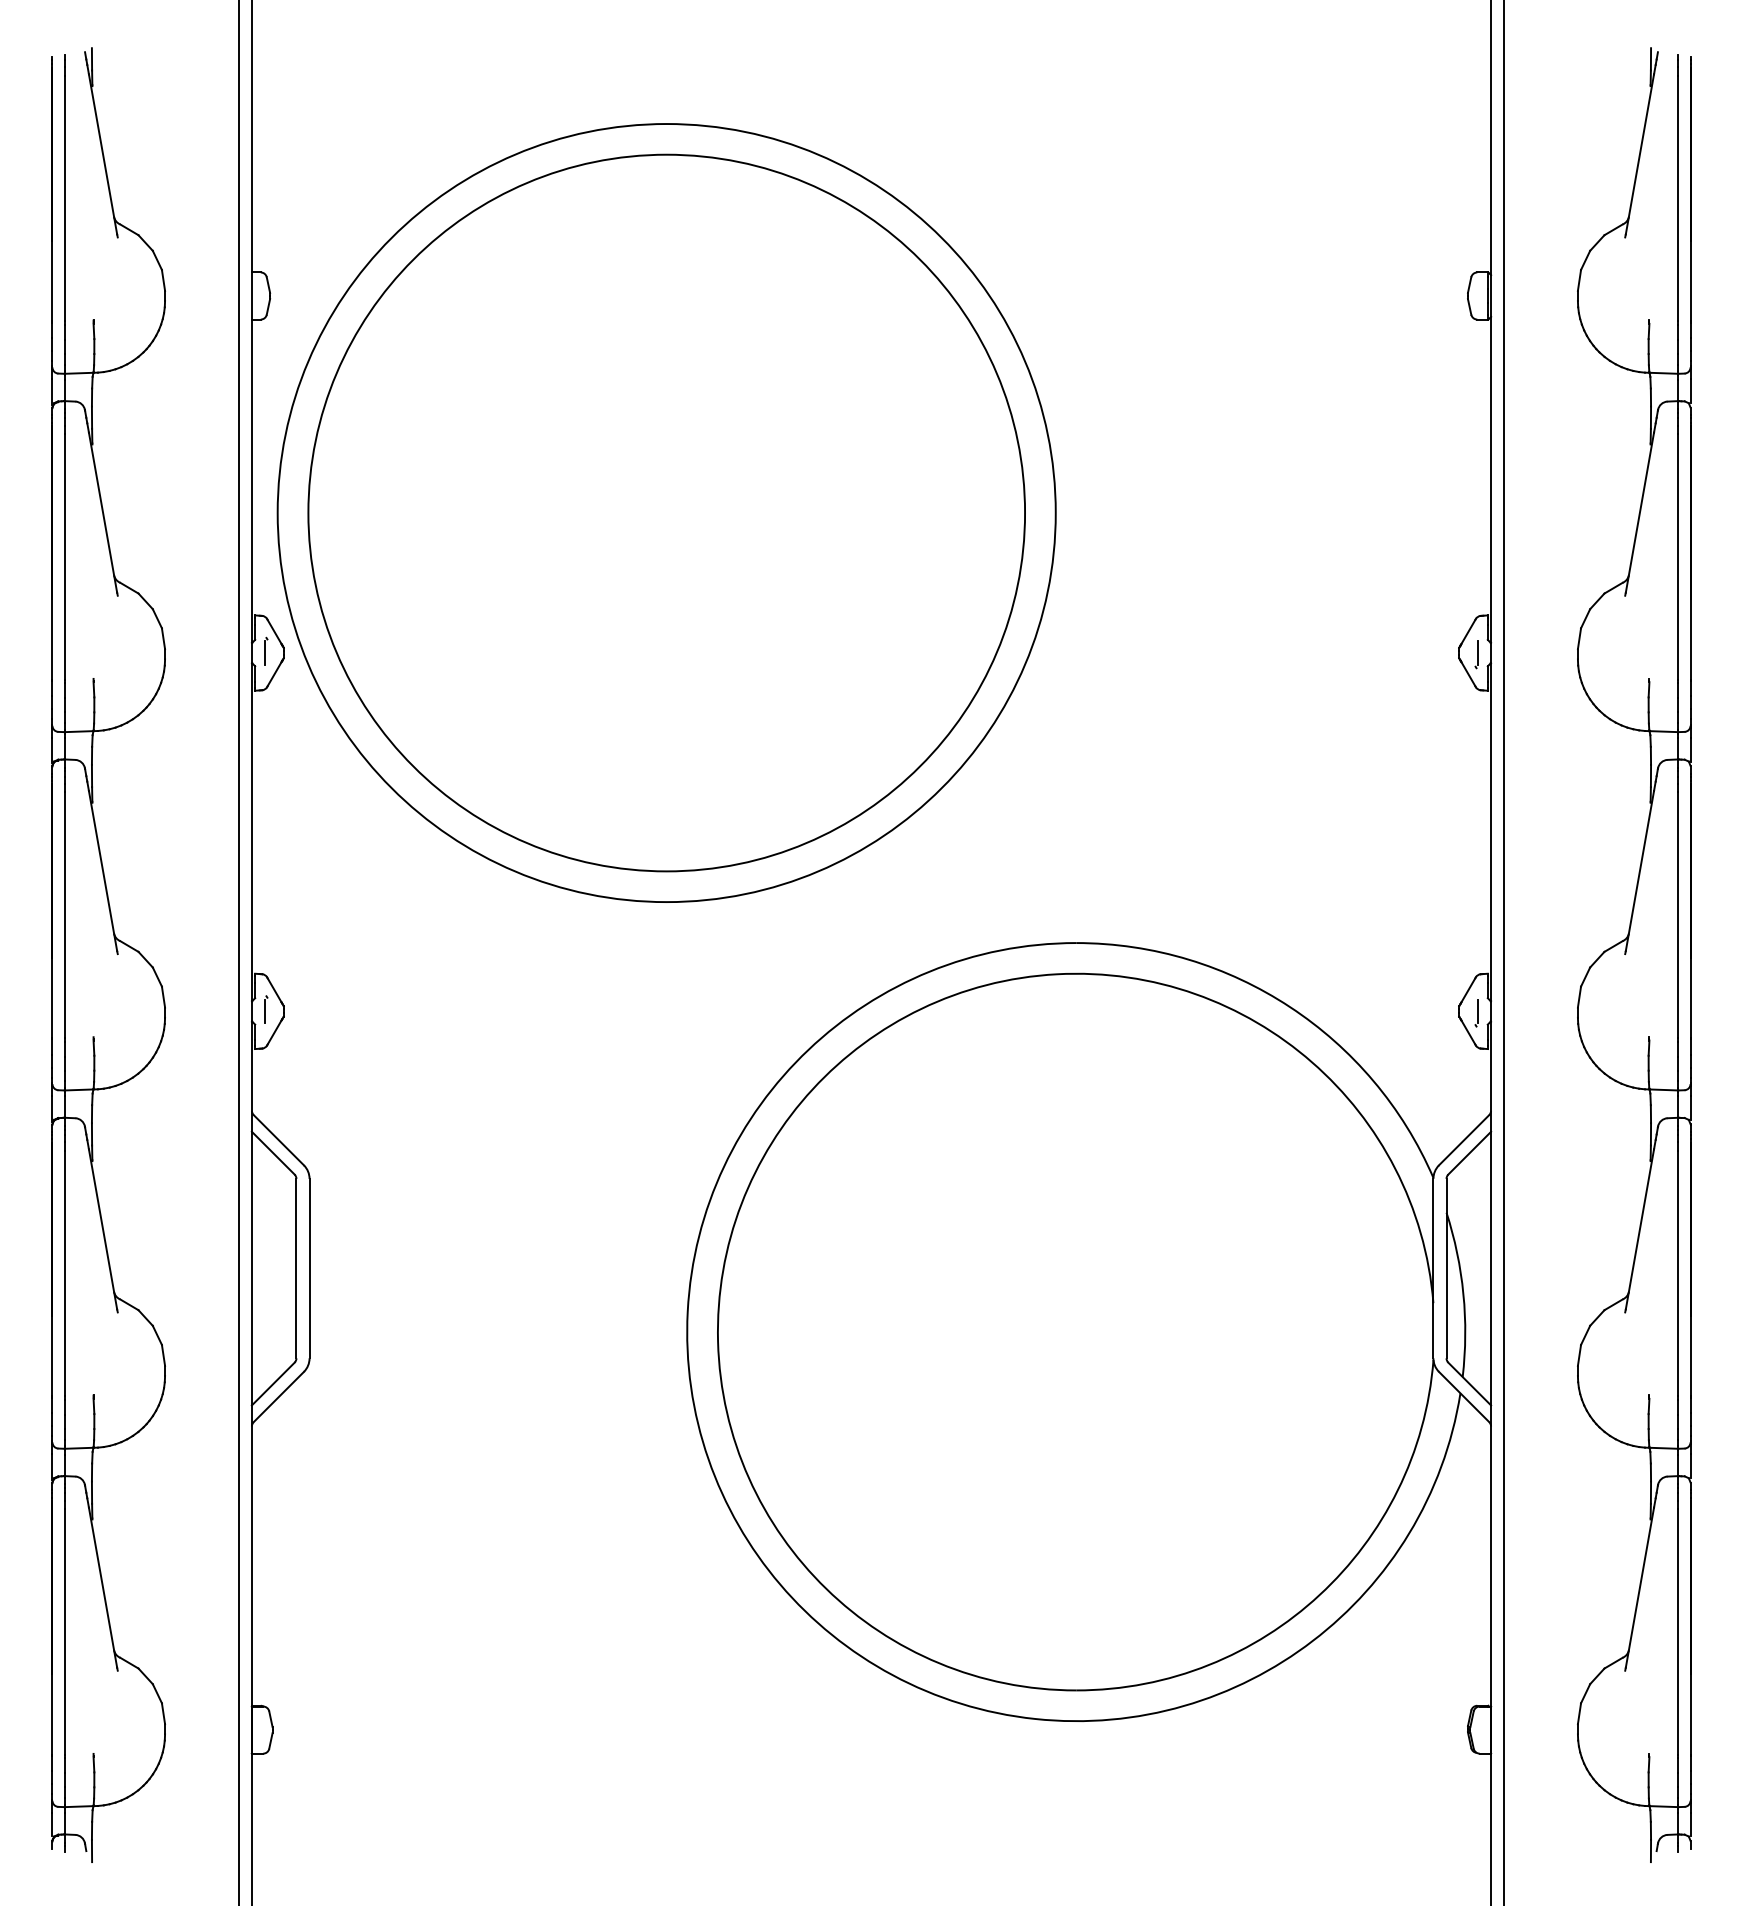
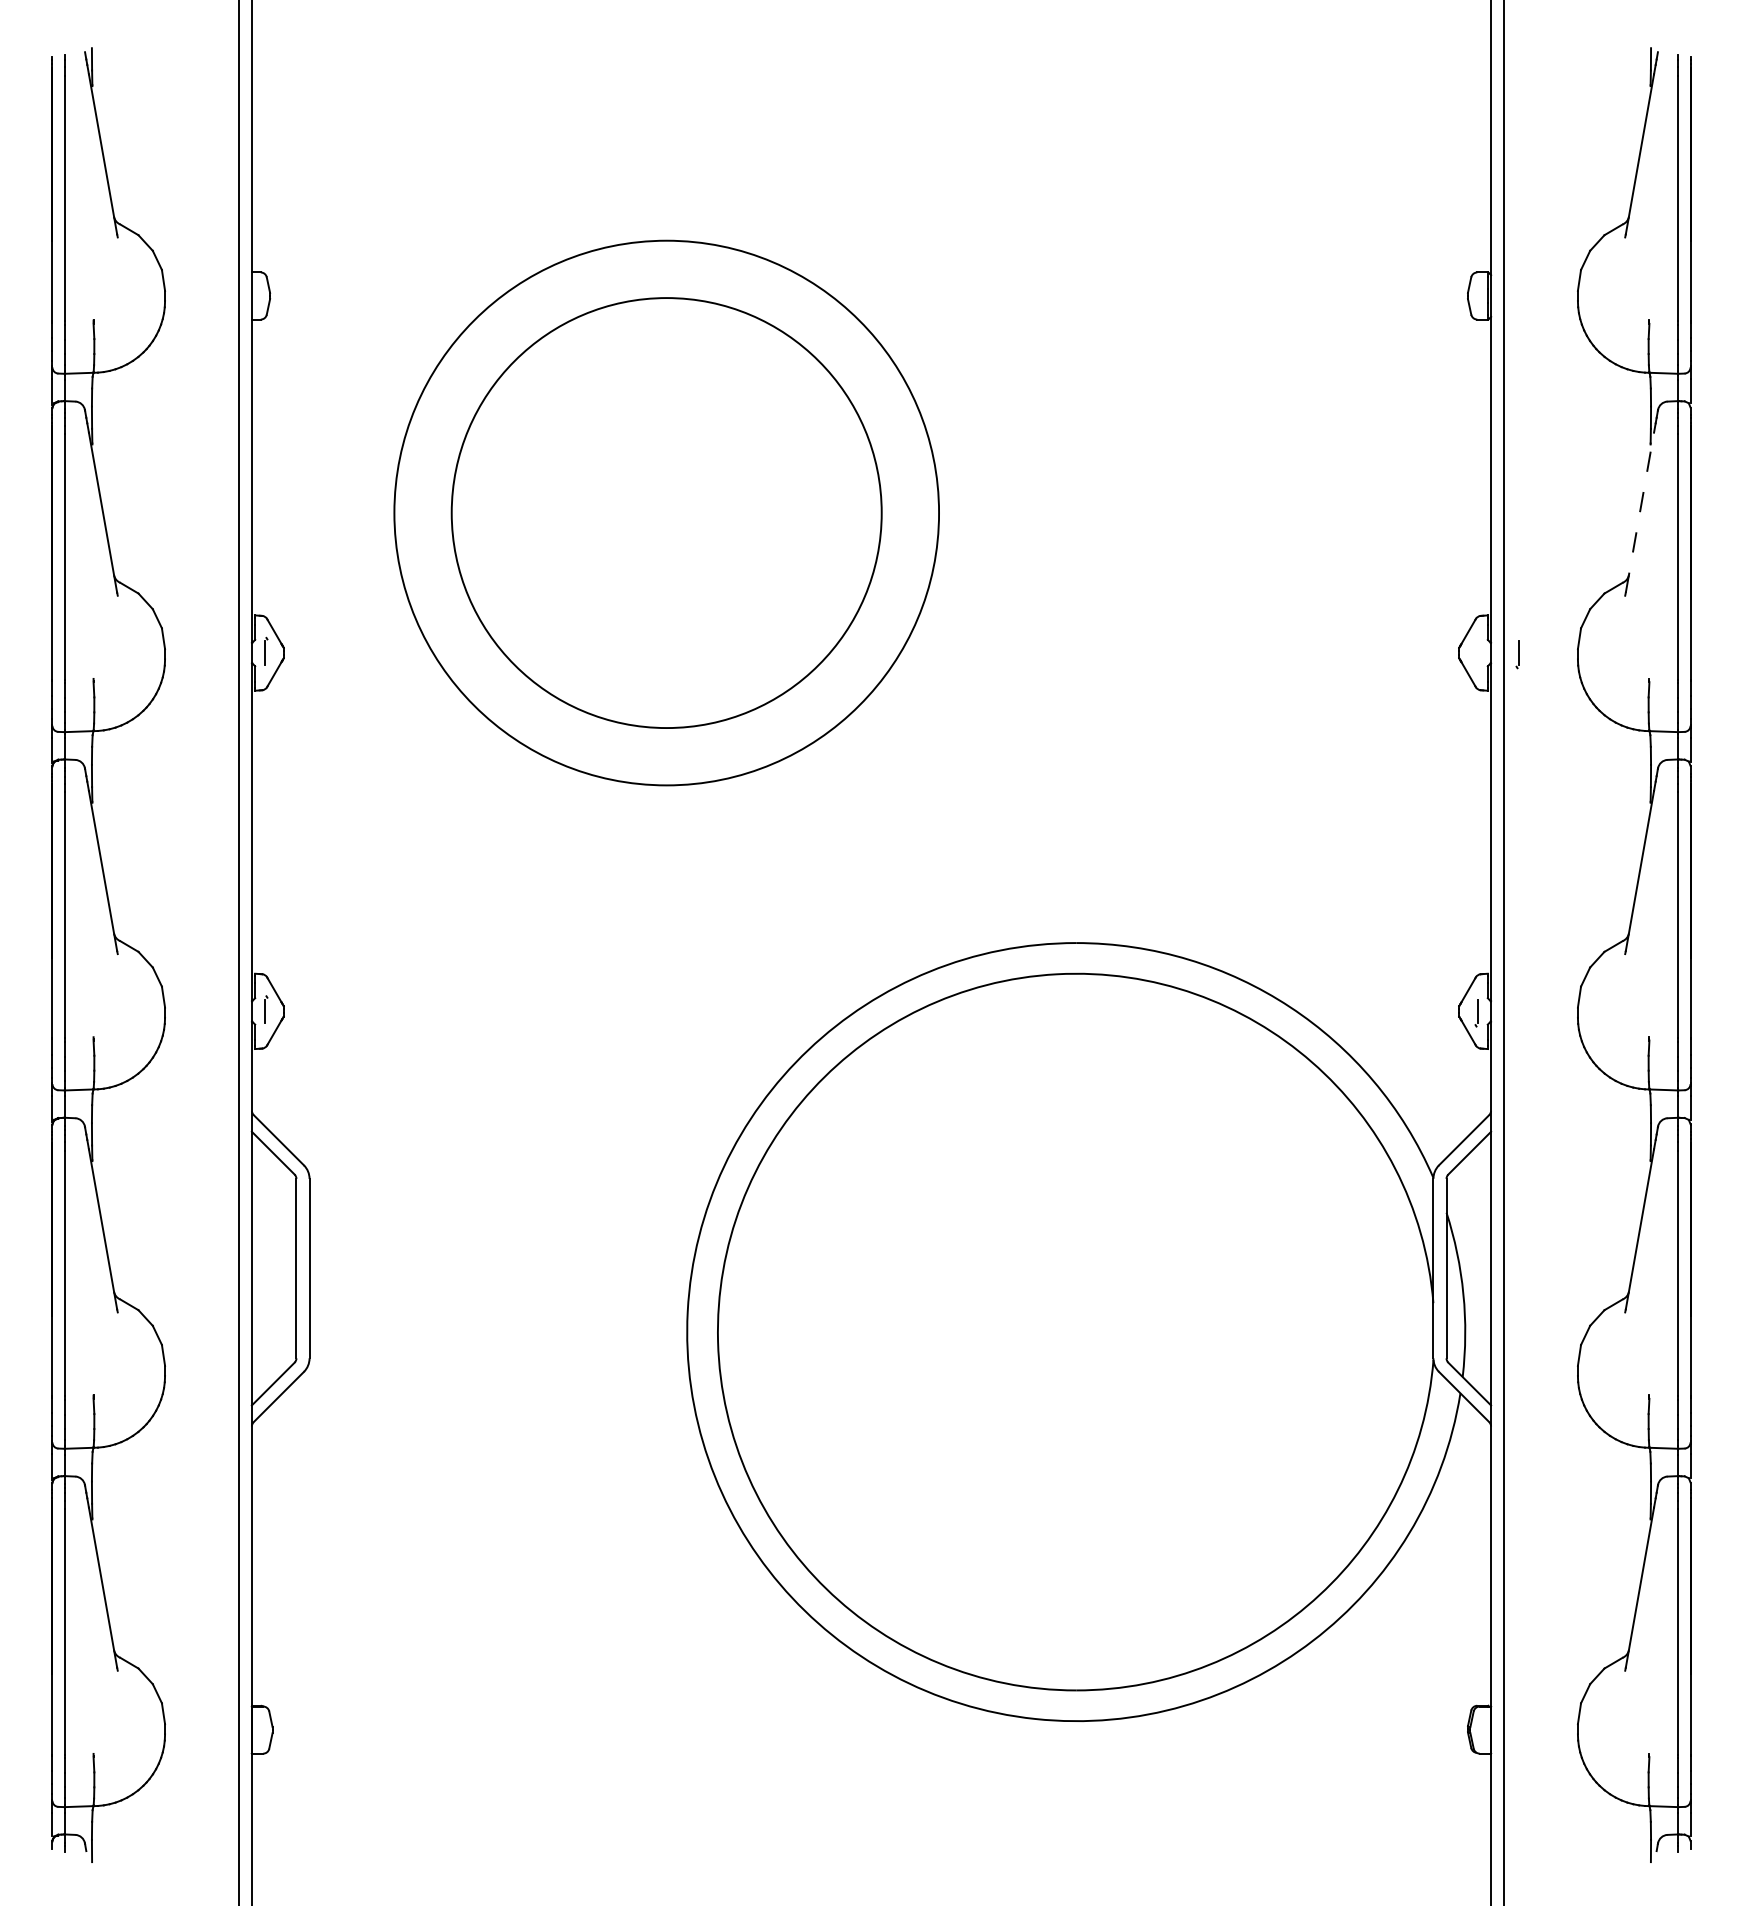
circle at (666, 512) diameter: 717 px -> 430 px
line at (1640, 512): solid -> dashed
circle at (666, 513) diameter: 778 px -> 545 px
part at (1476, 654) position: (1476, 654) -> (1517, 654)
